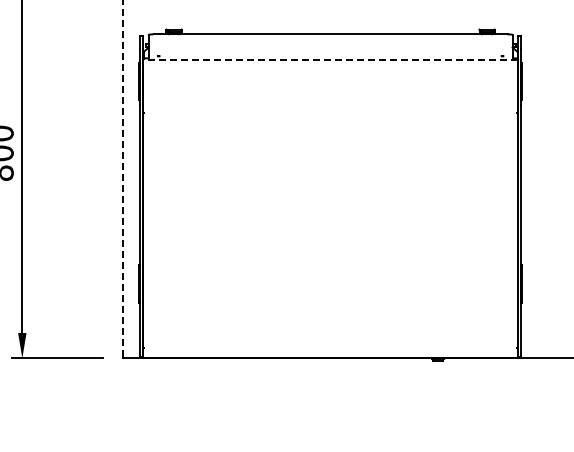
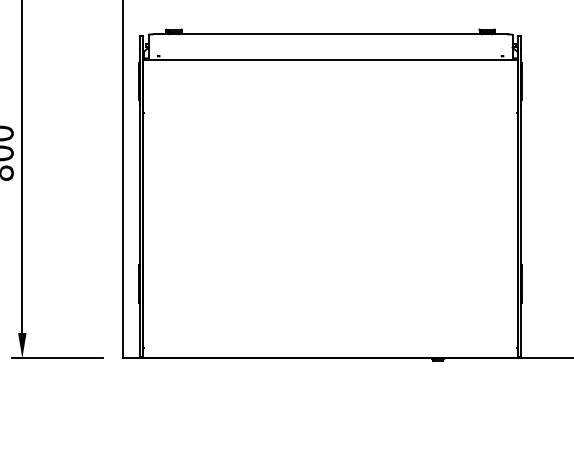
line at (330, 60): dashed -> solid
line at (122, 178): dashed -> solid
